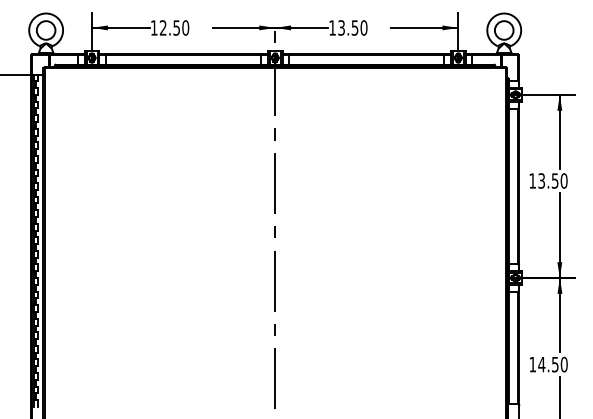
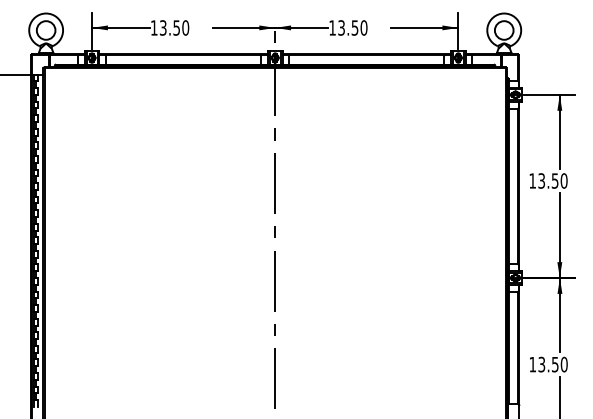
text at (163, 27): 12.50 -> 13.50
text at (541, 364): 14.50 -> 13.50
